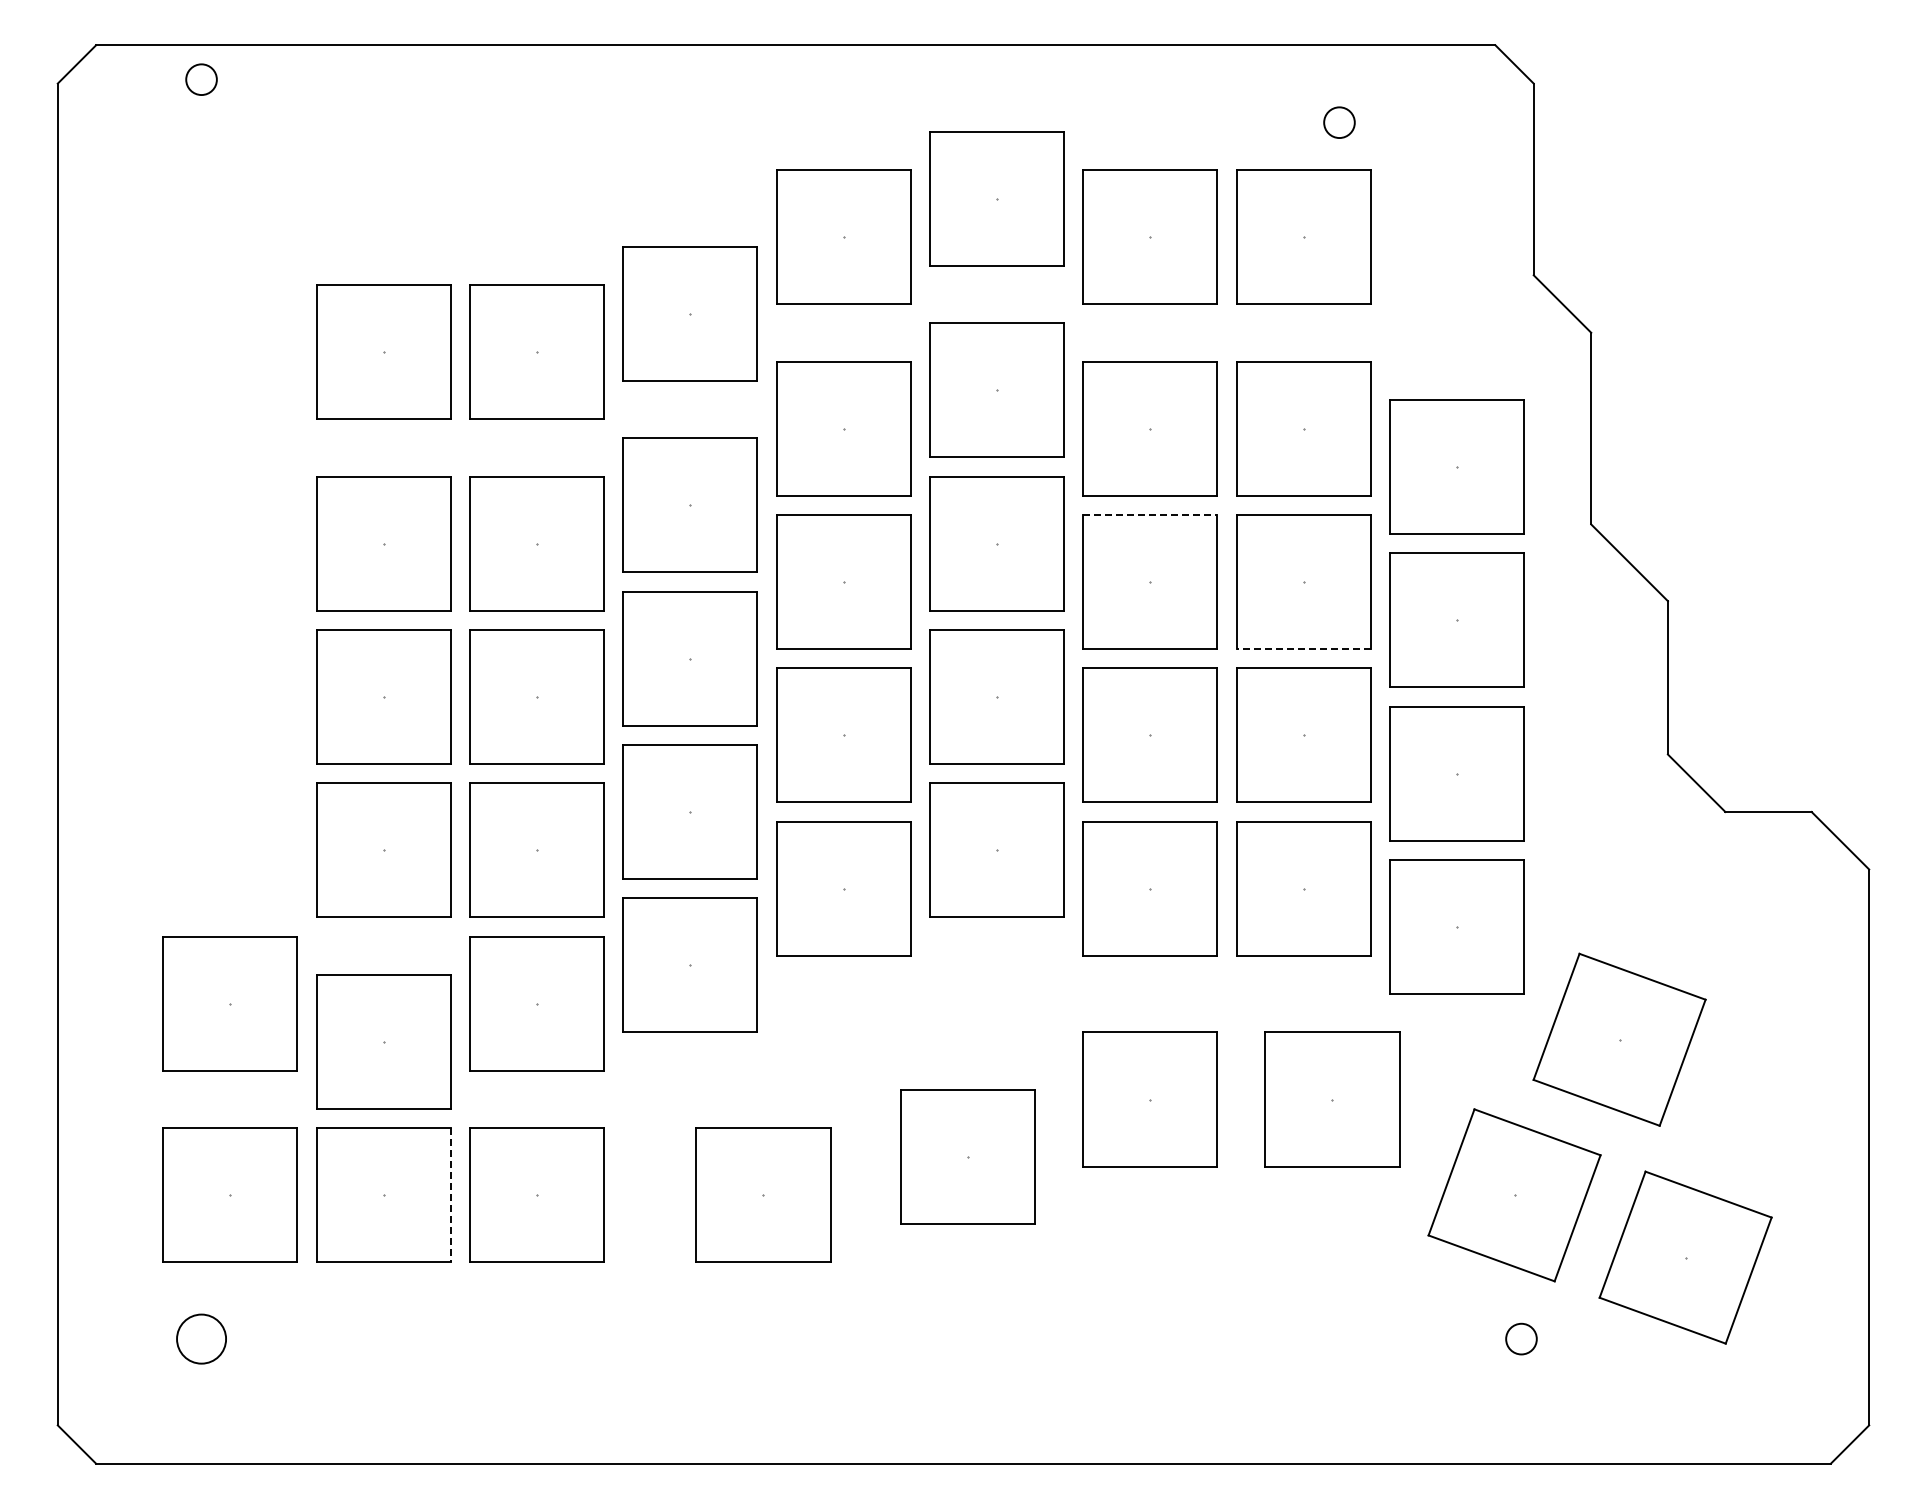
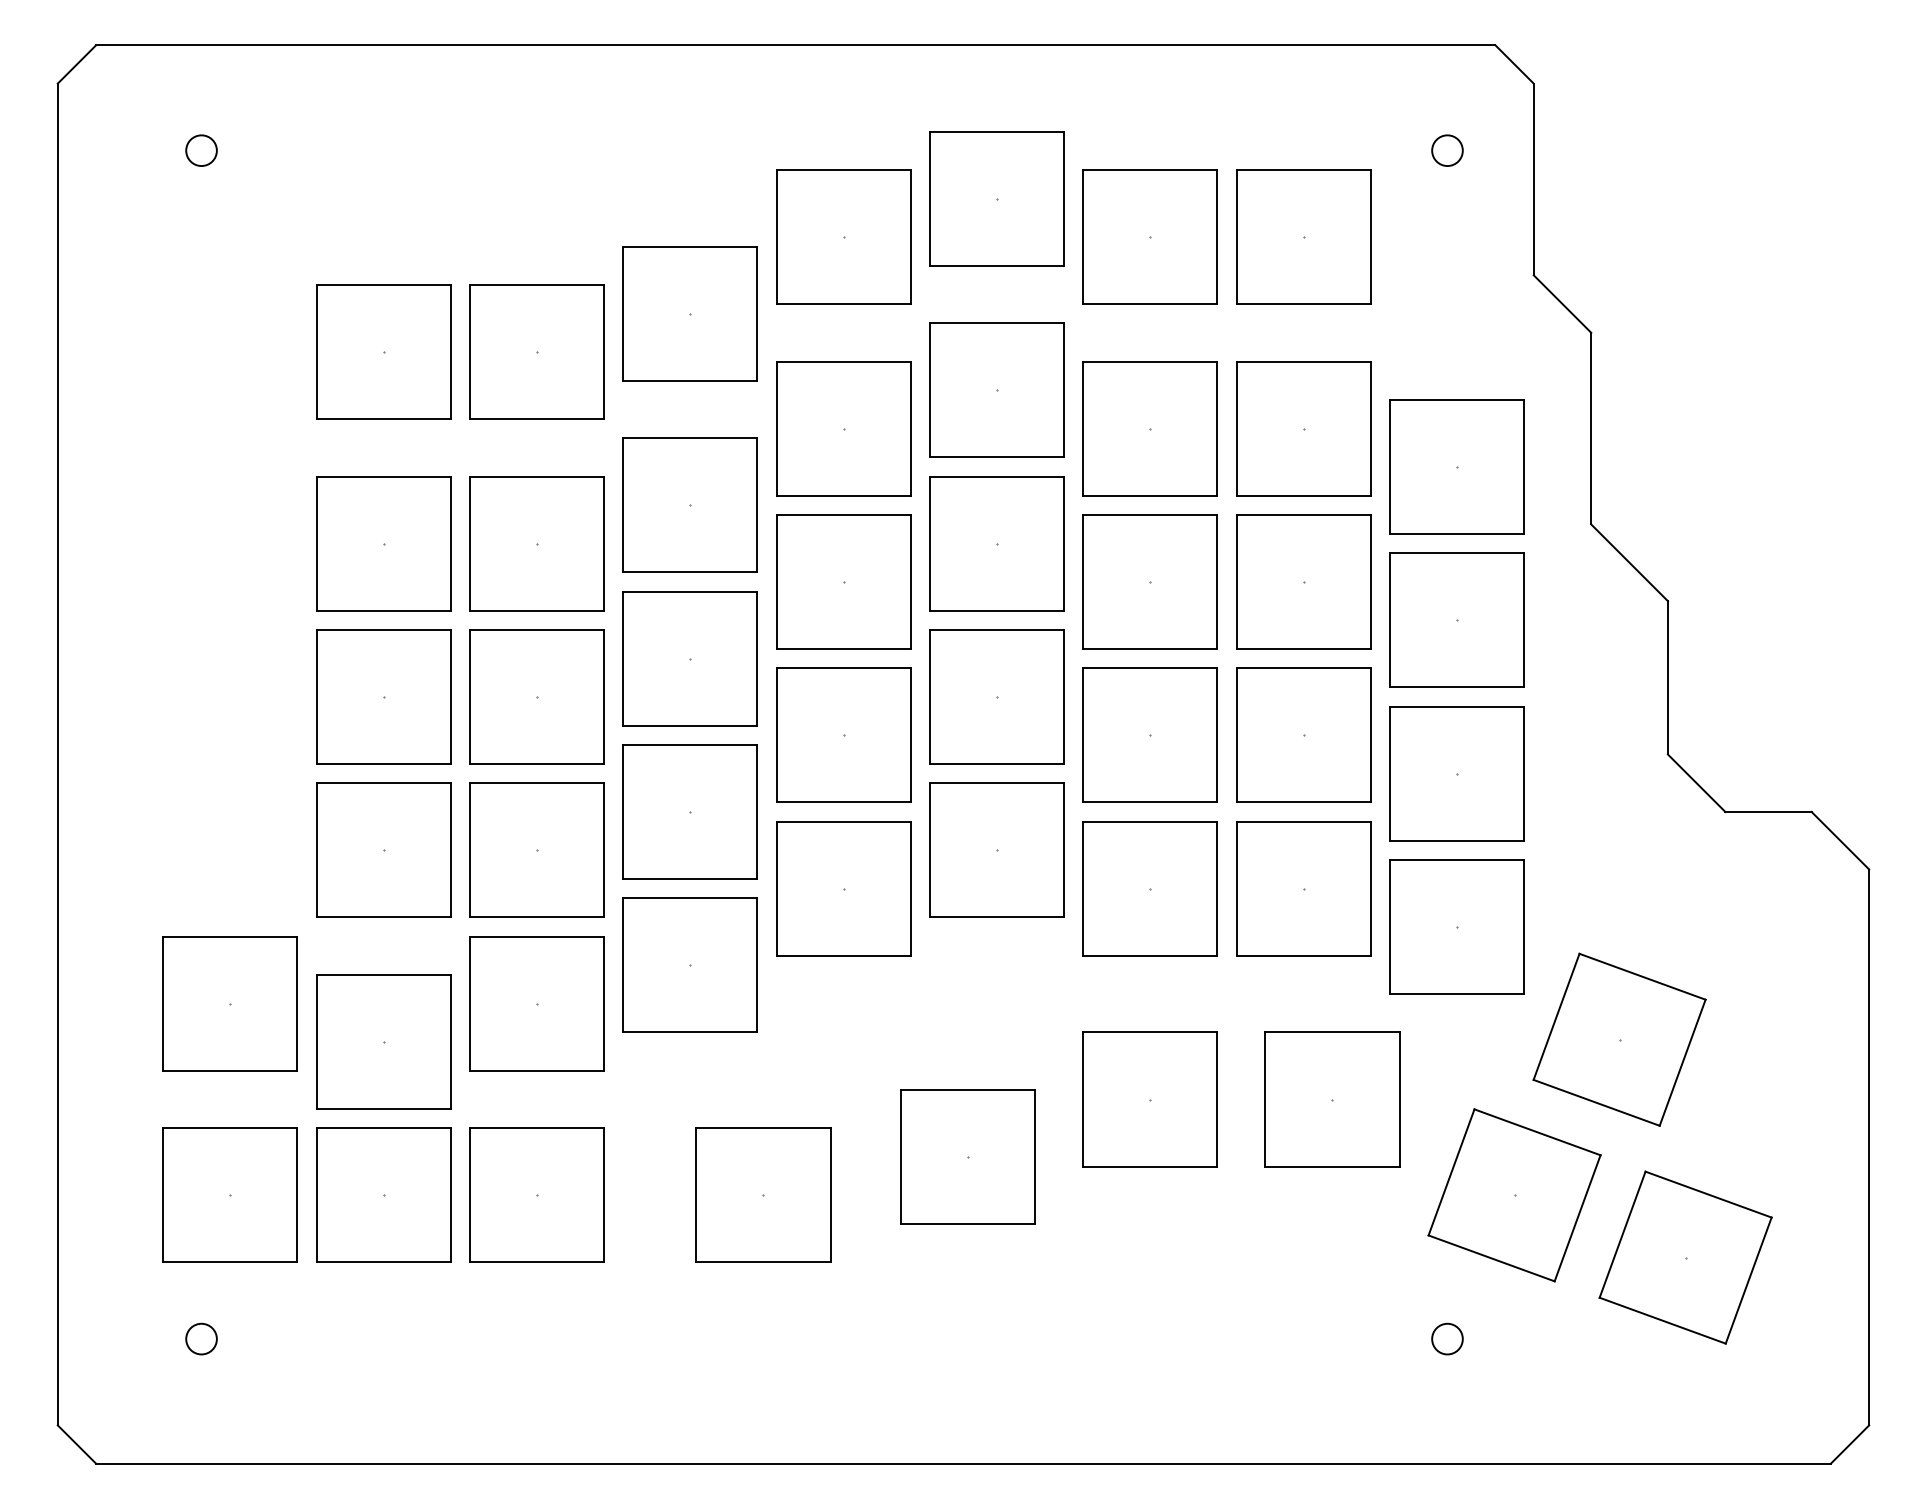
circle at (201, 79) position: (201, 79) -> (201, 150)
circle at (1339, 122) position: (1339, 122) -> (1447, 150)
line at (1150, 514): dashed -> solid
line at (1303, 649): dashed -> solid
line at (450, 1195): dashed -> solid
circle at (201, 1338) diameter: 49 px -> 31 px
circle at (1521, 1338) position: (1521, 1338) -> (1447, 1338)
